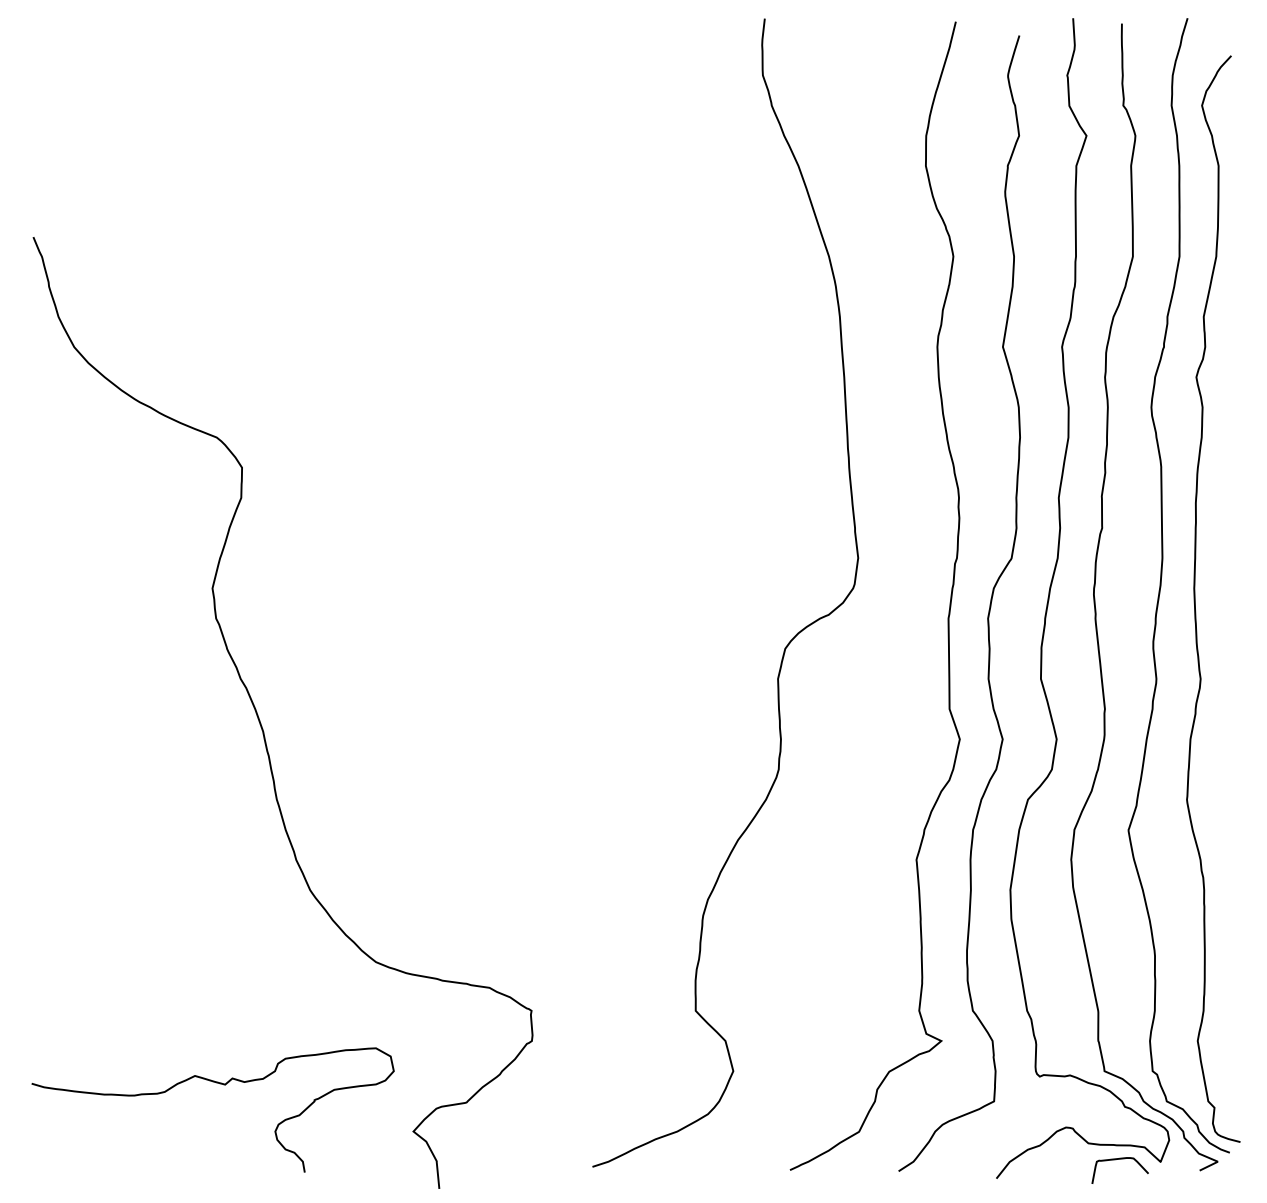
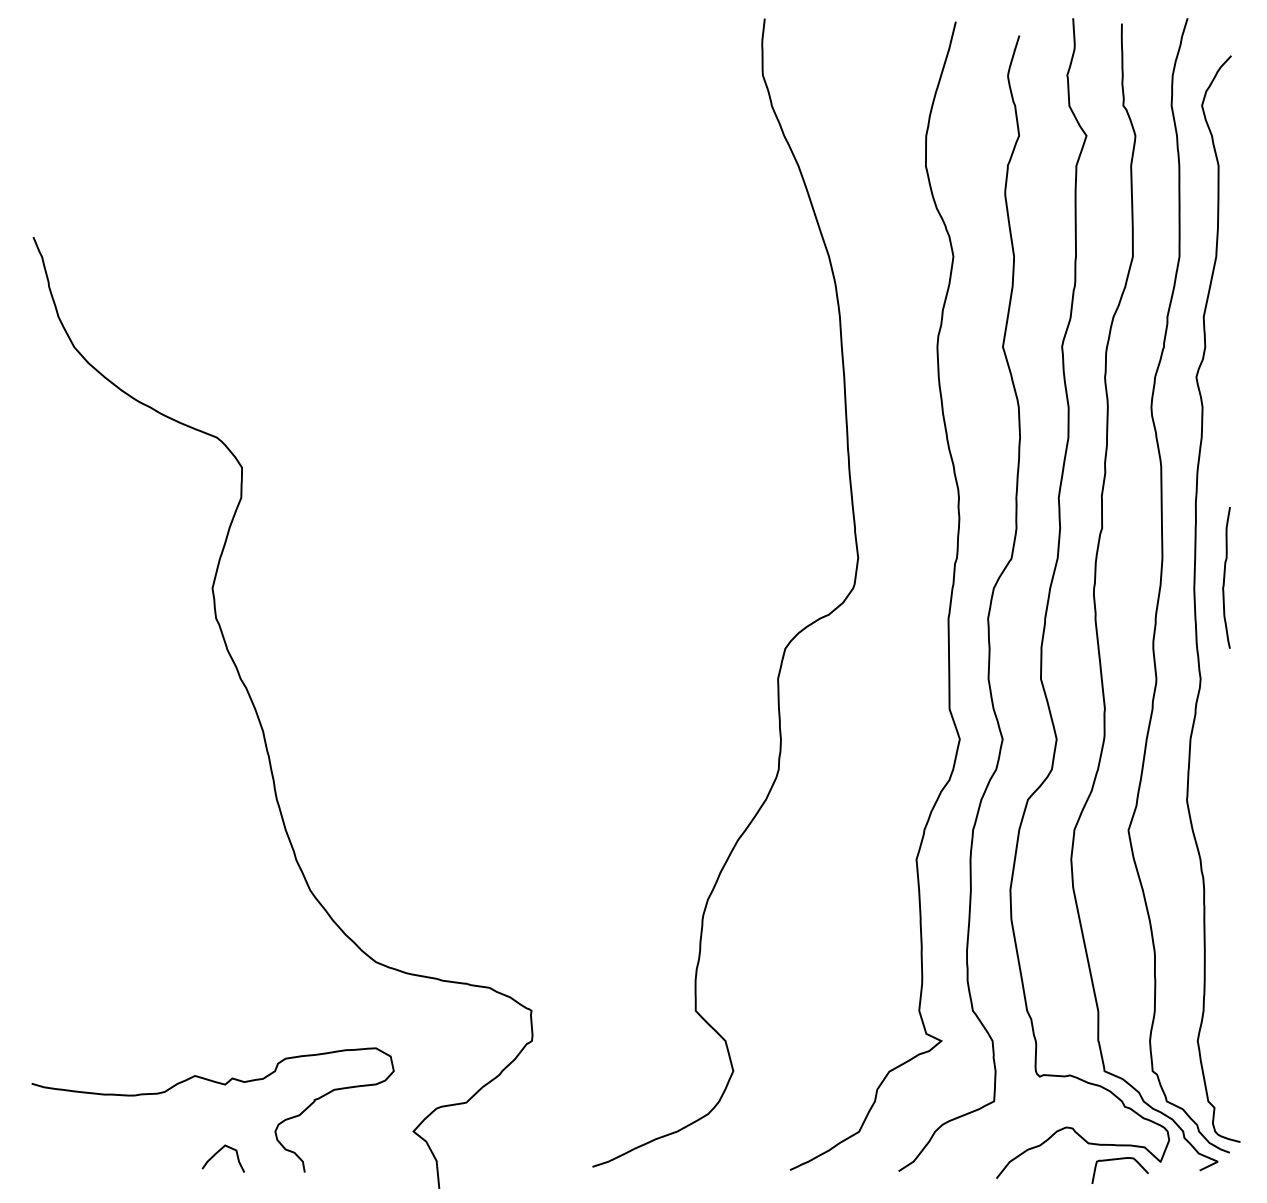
curve at (1225, 577): none -> present
curve at (217, 1153): none -> present
